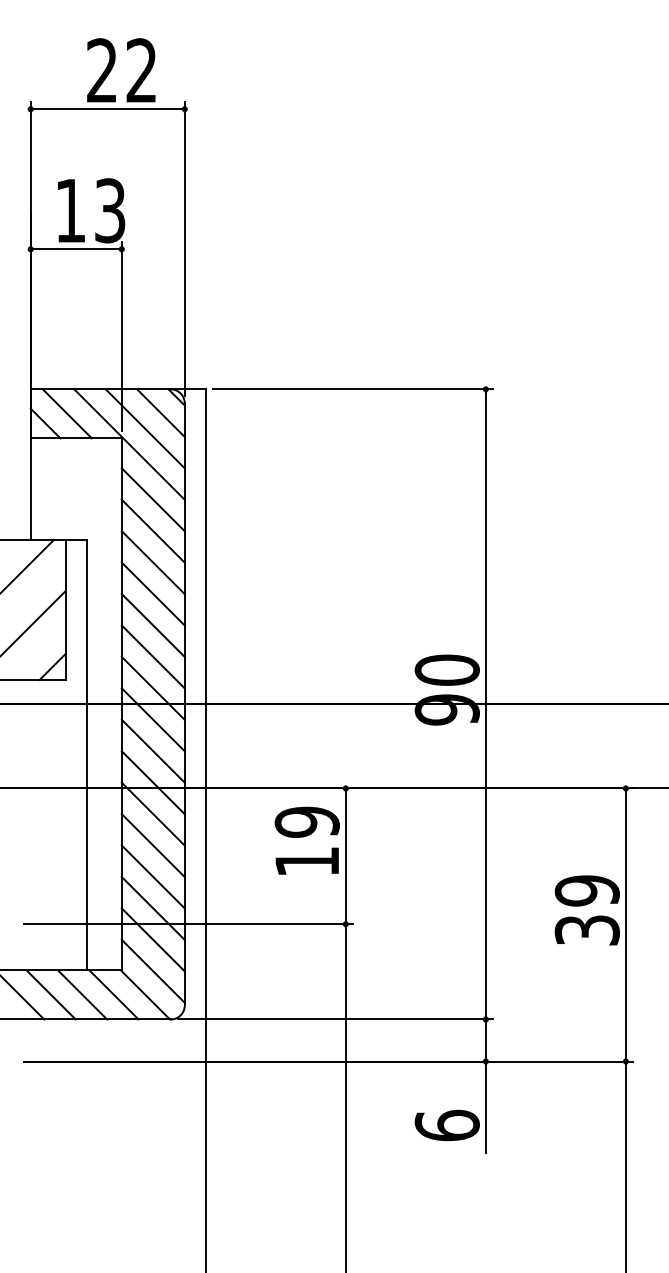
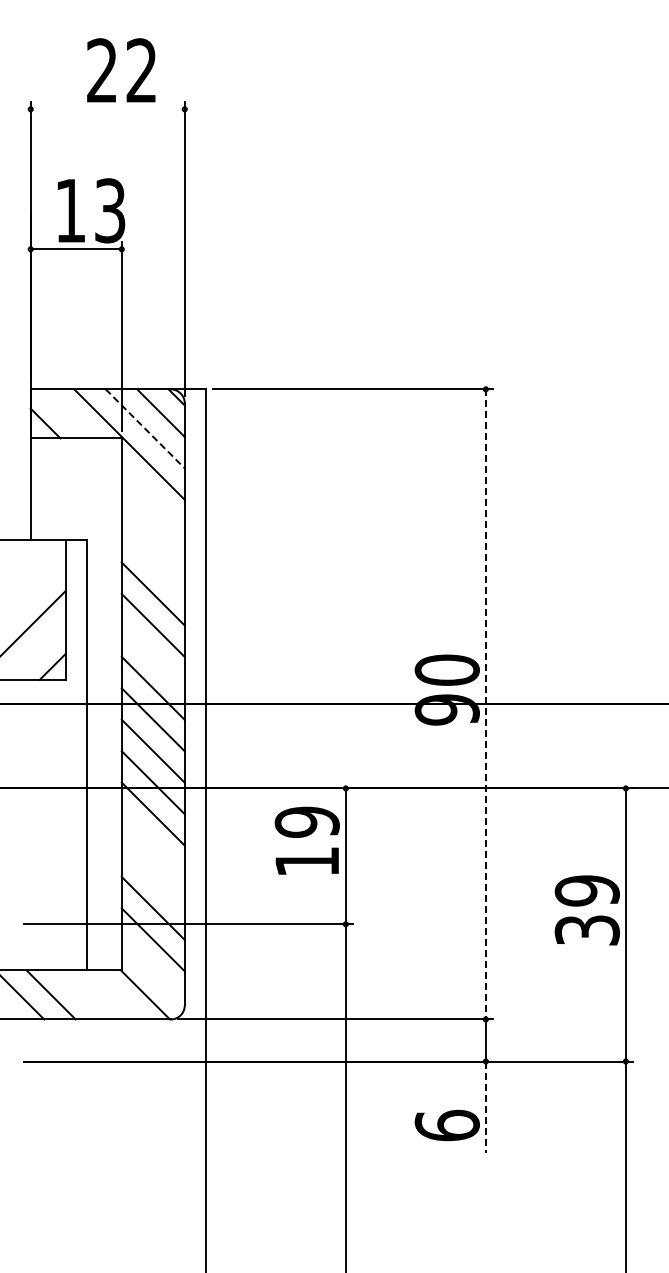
line at (107, 109): present -> none
line at (66, 413): present -> none
line at (145, 428): solid -> dashed
line at (152, 499): present -> none
line at (152, 530): present -> none
line at (152, 562): present -> none
line at (28, 565): present -> none
line at (152, 656): present -> none
line at (485, 704): solid -> dashed
line at (152, 845): present -> none
line at (152, 876): present -> none
line at (152, 970): present -> none
line at (82, 994): present -> none
line at (113, 994): present -> none
line at (485, 1107): solid -> dashed
